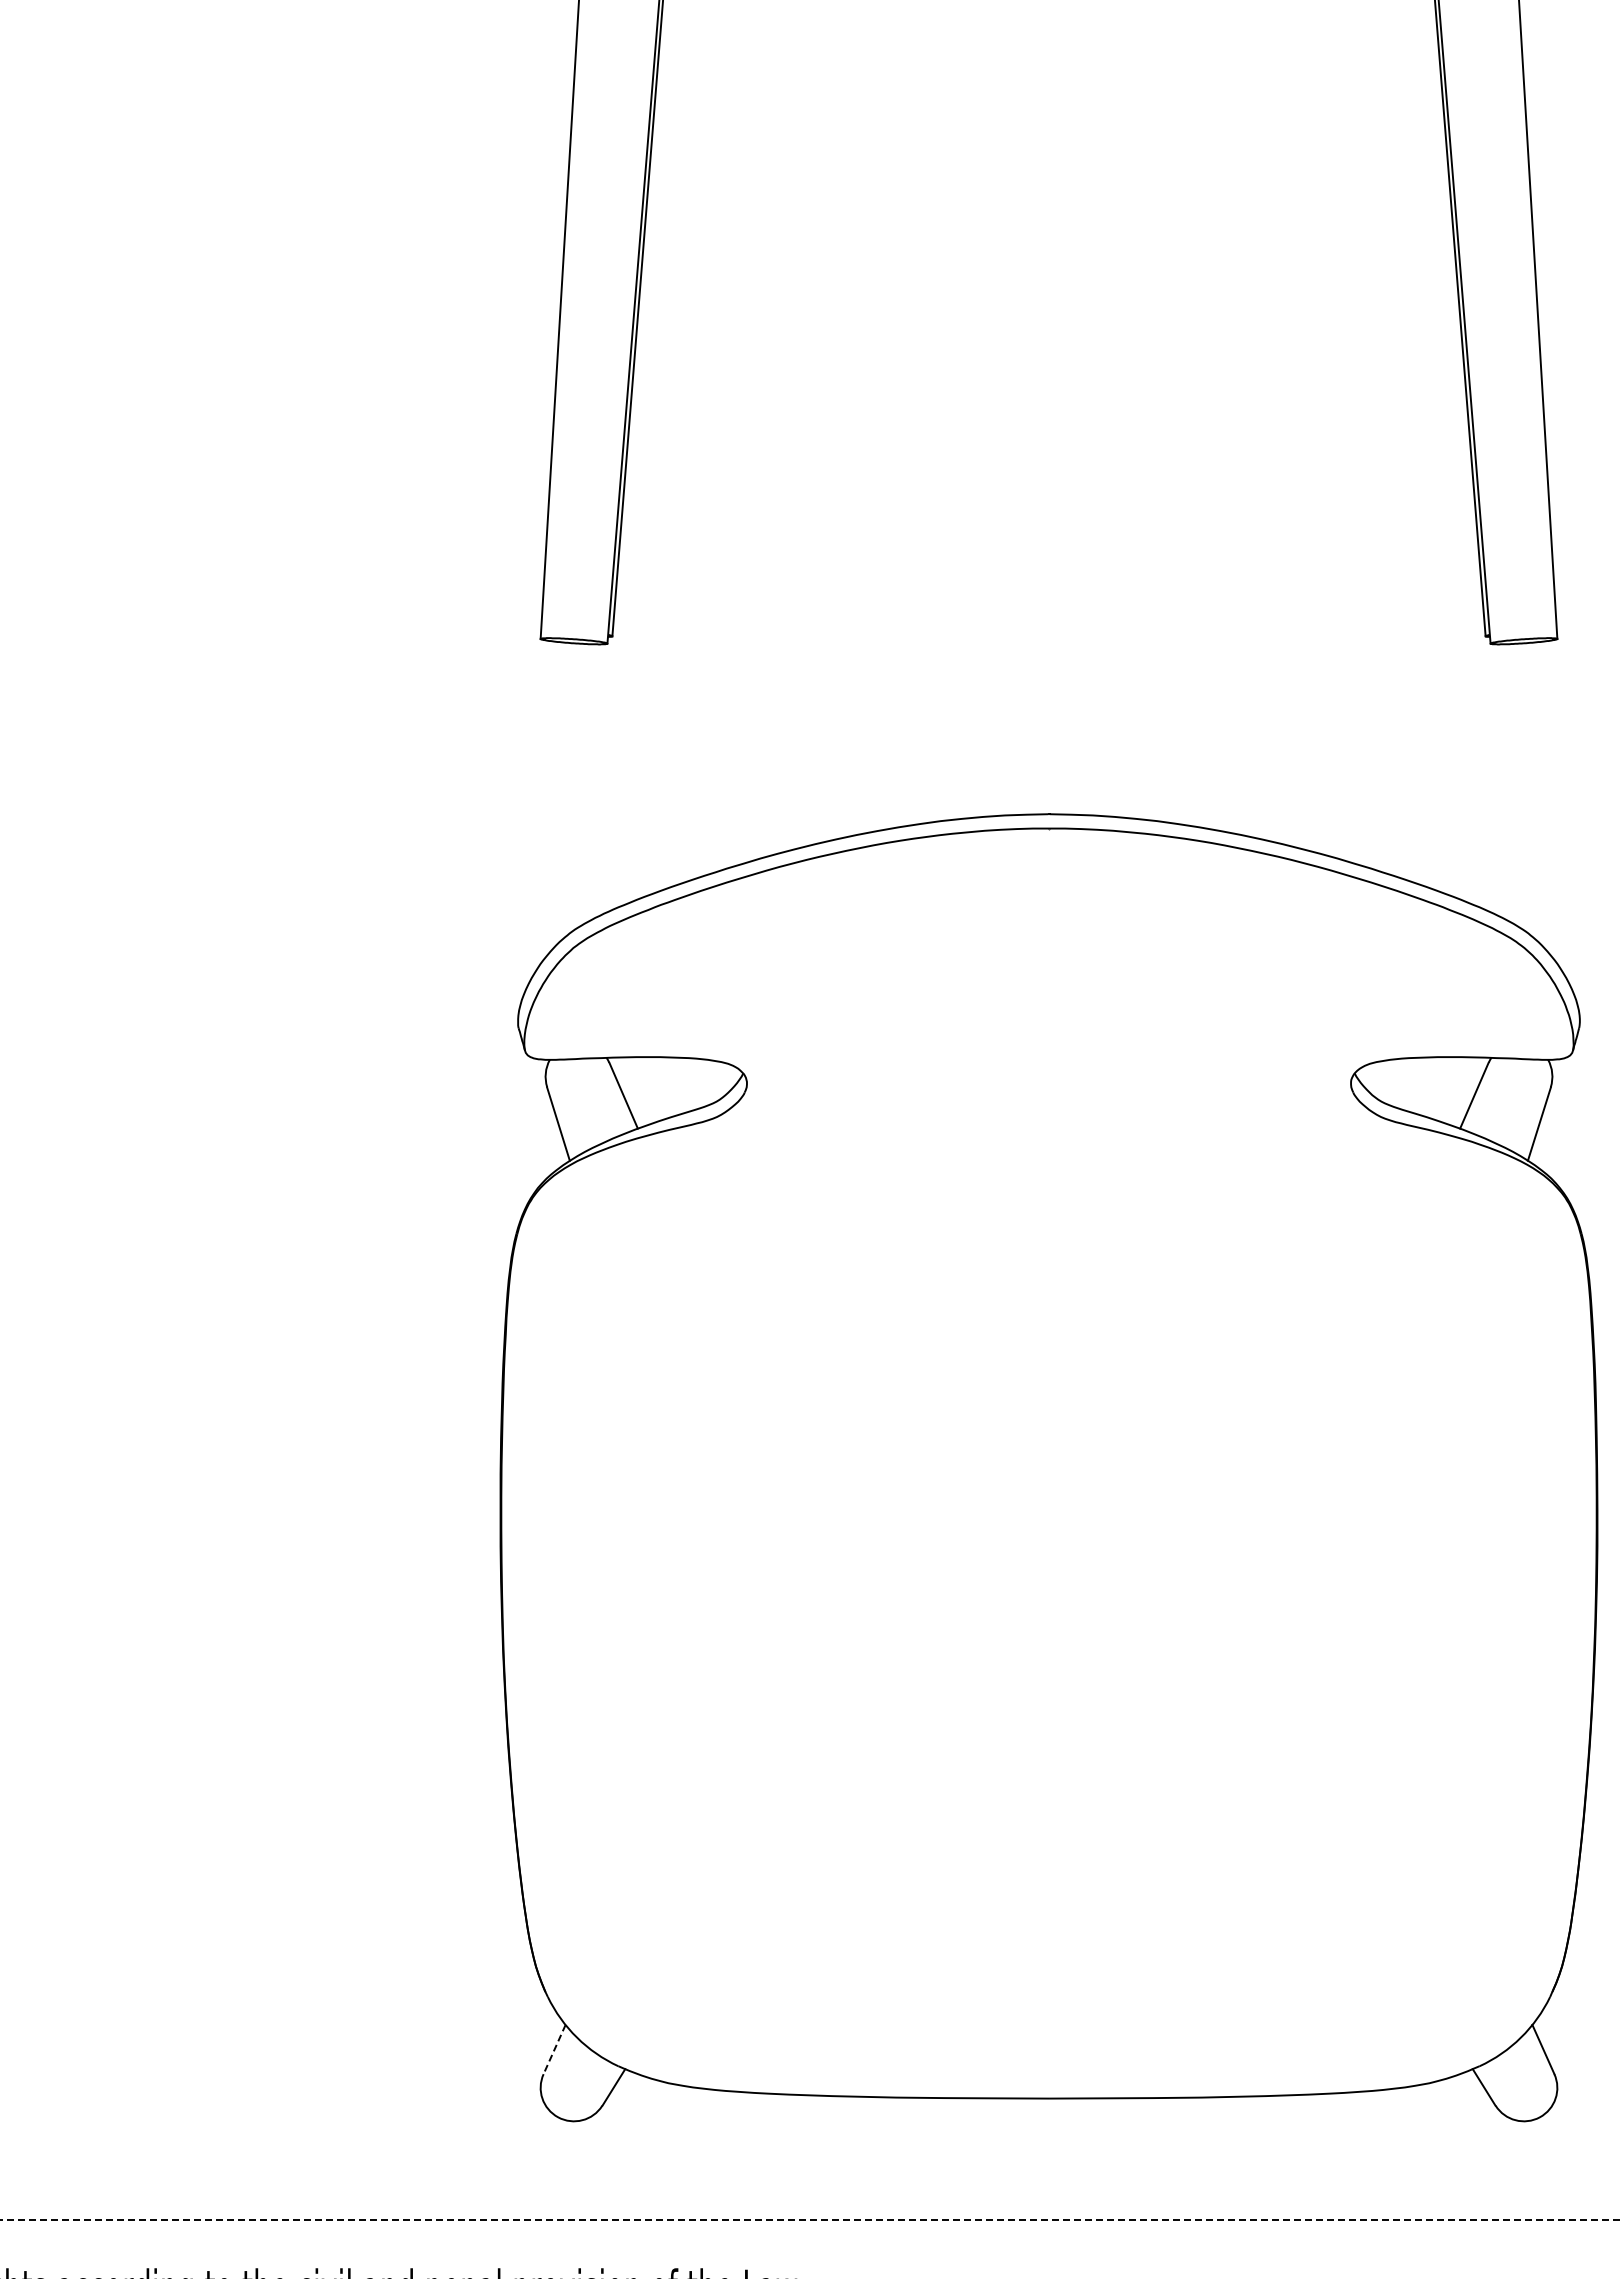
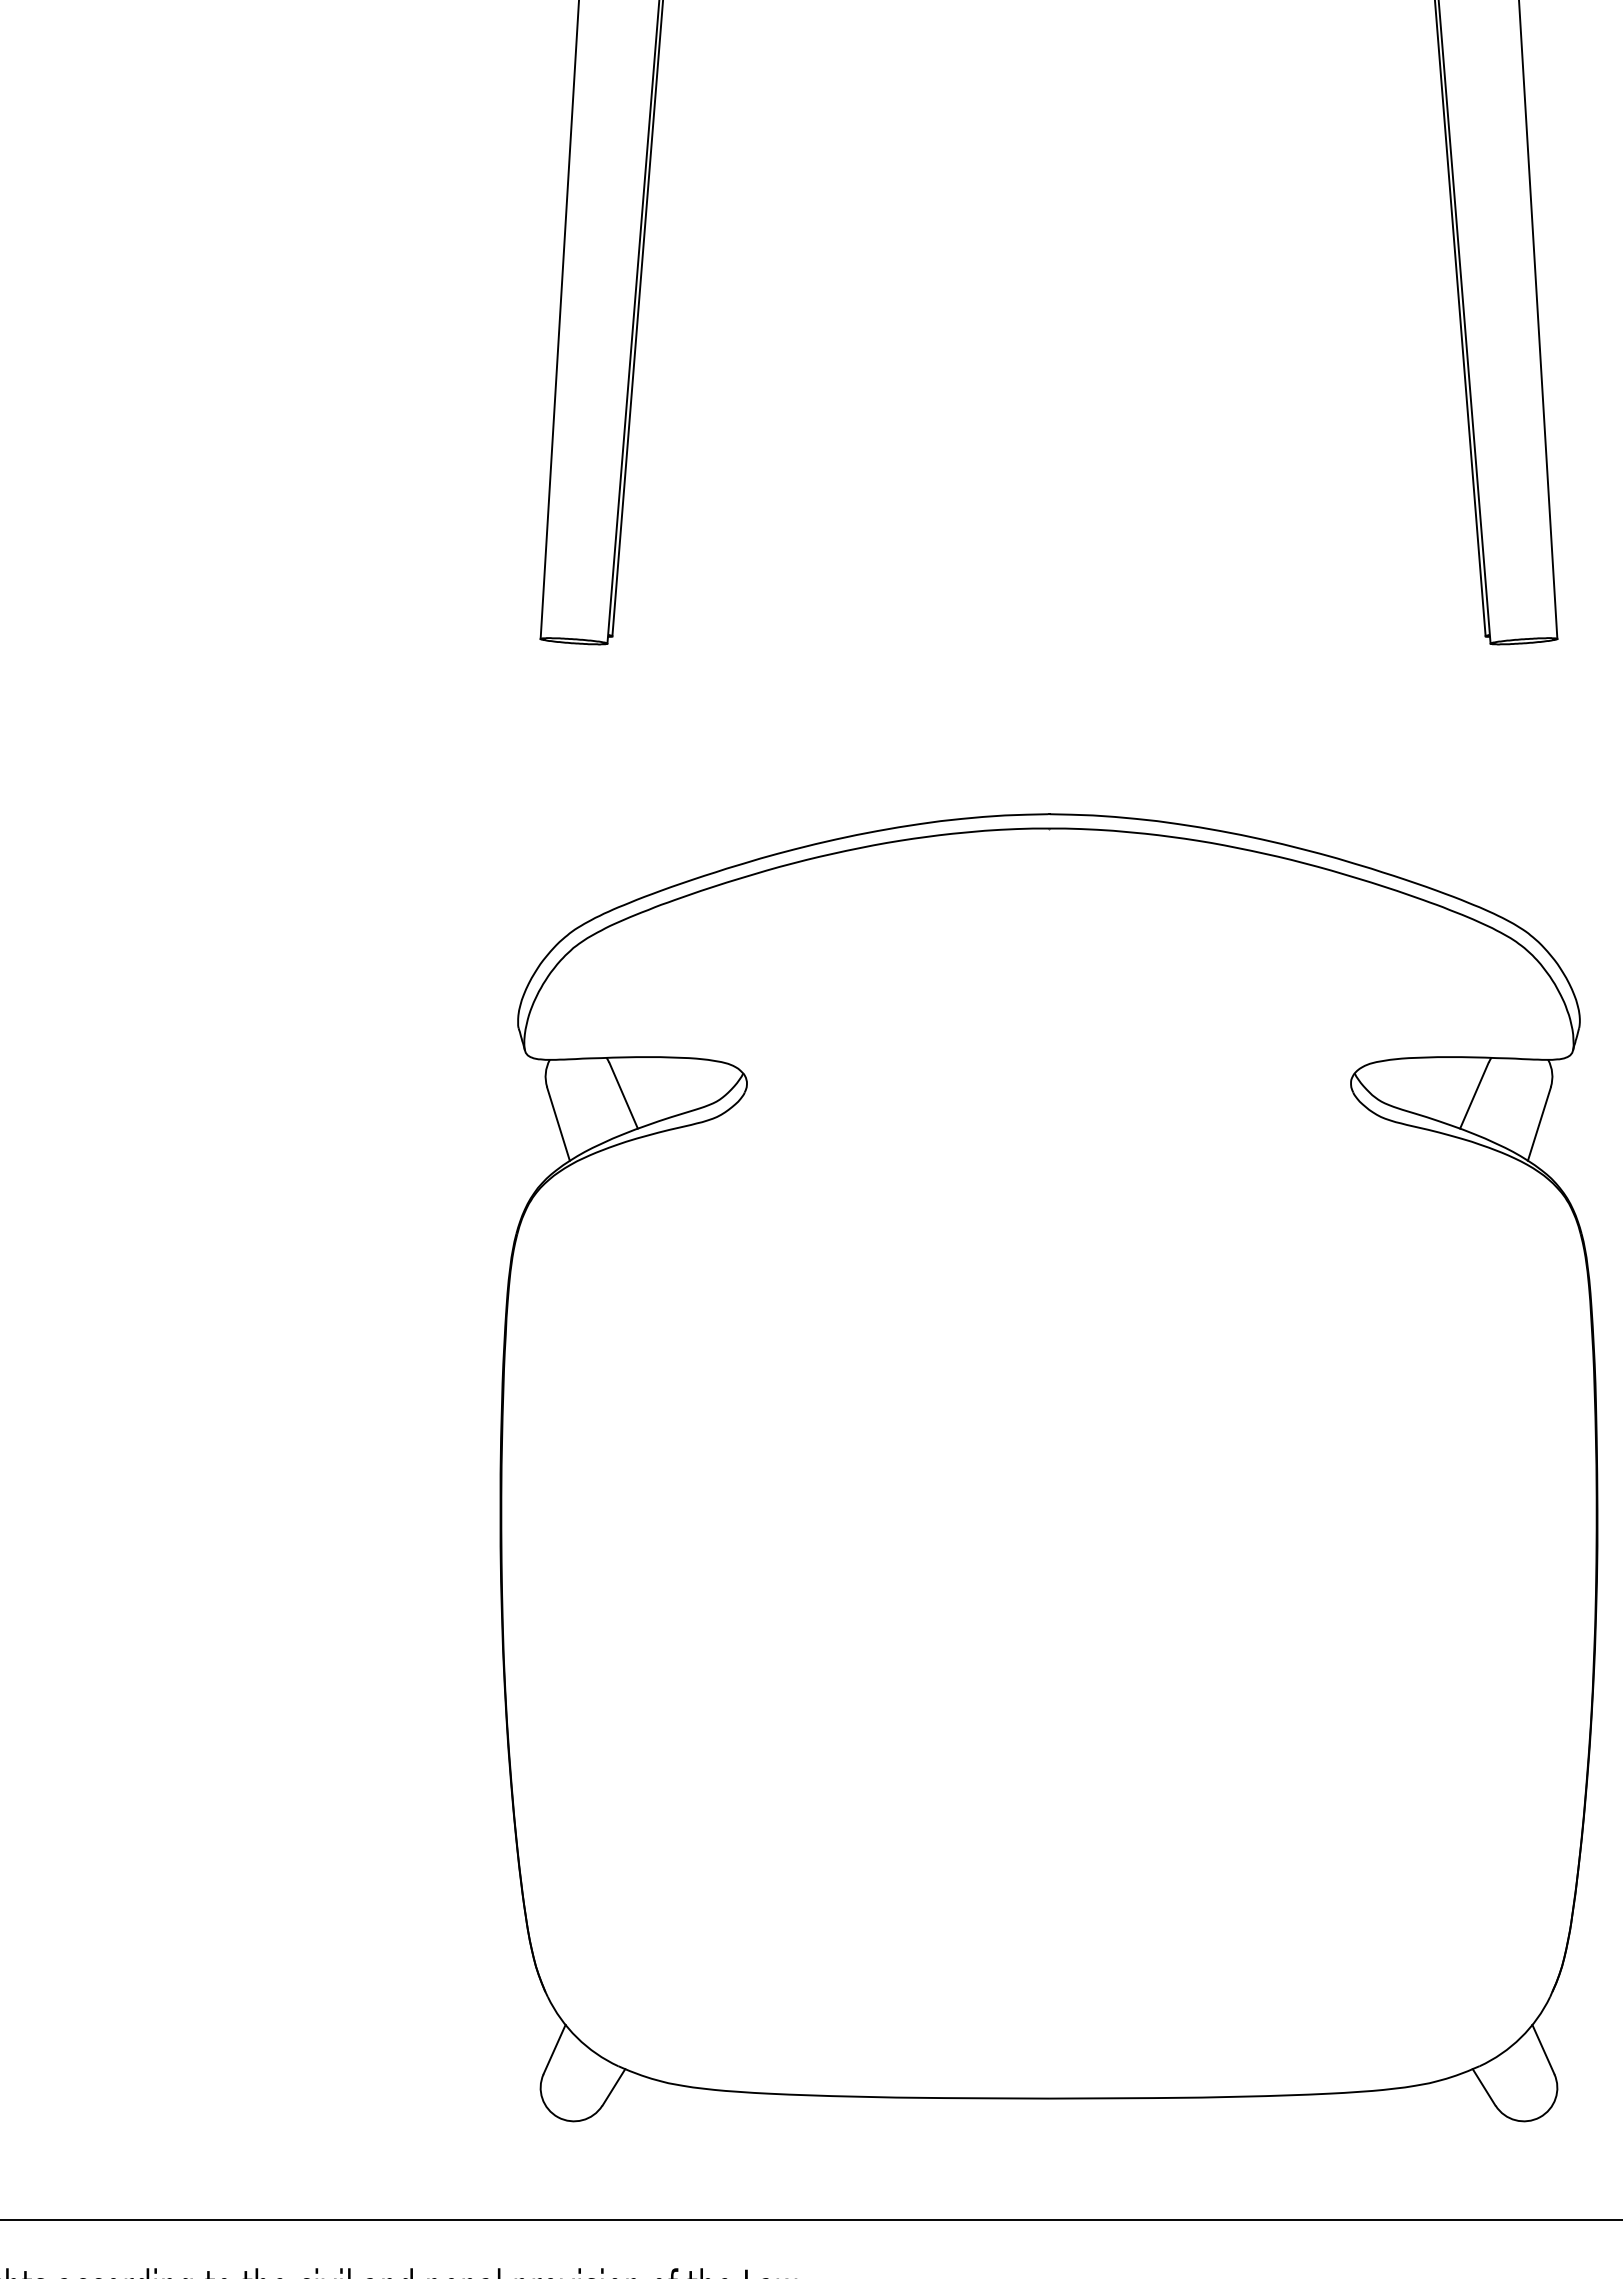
line at (554, 2049): dashed -> solid
line at (811, 2219): dashed -> solid
